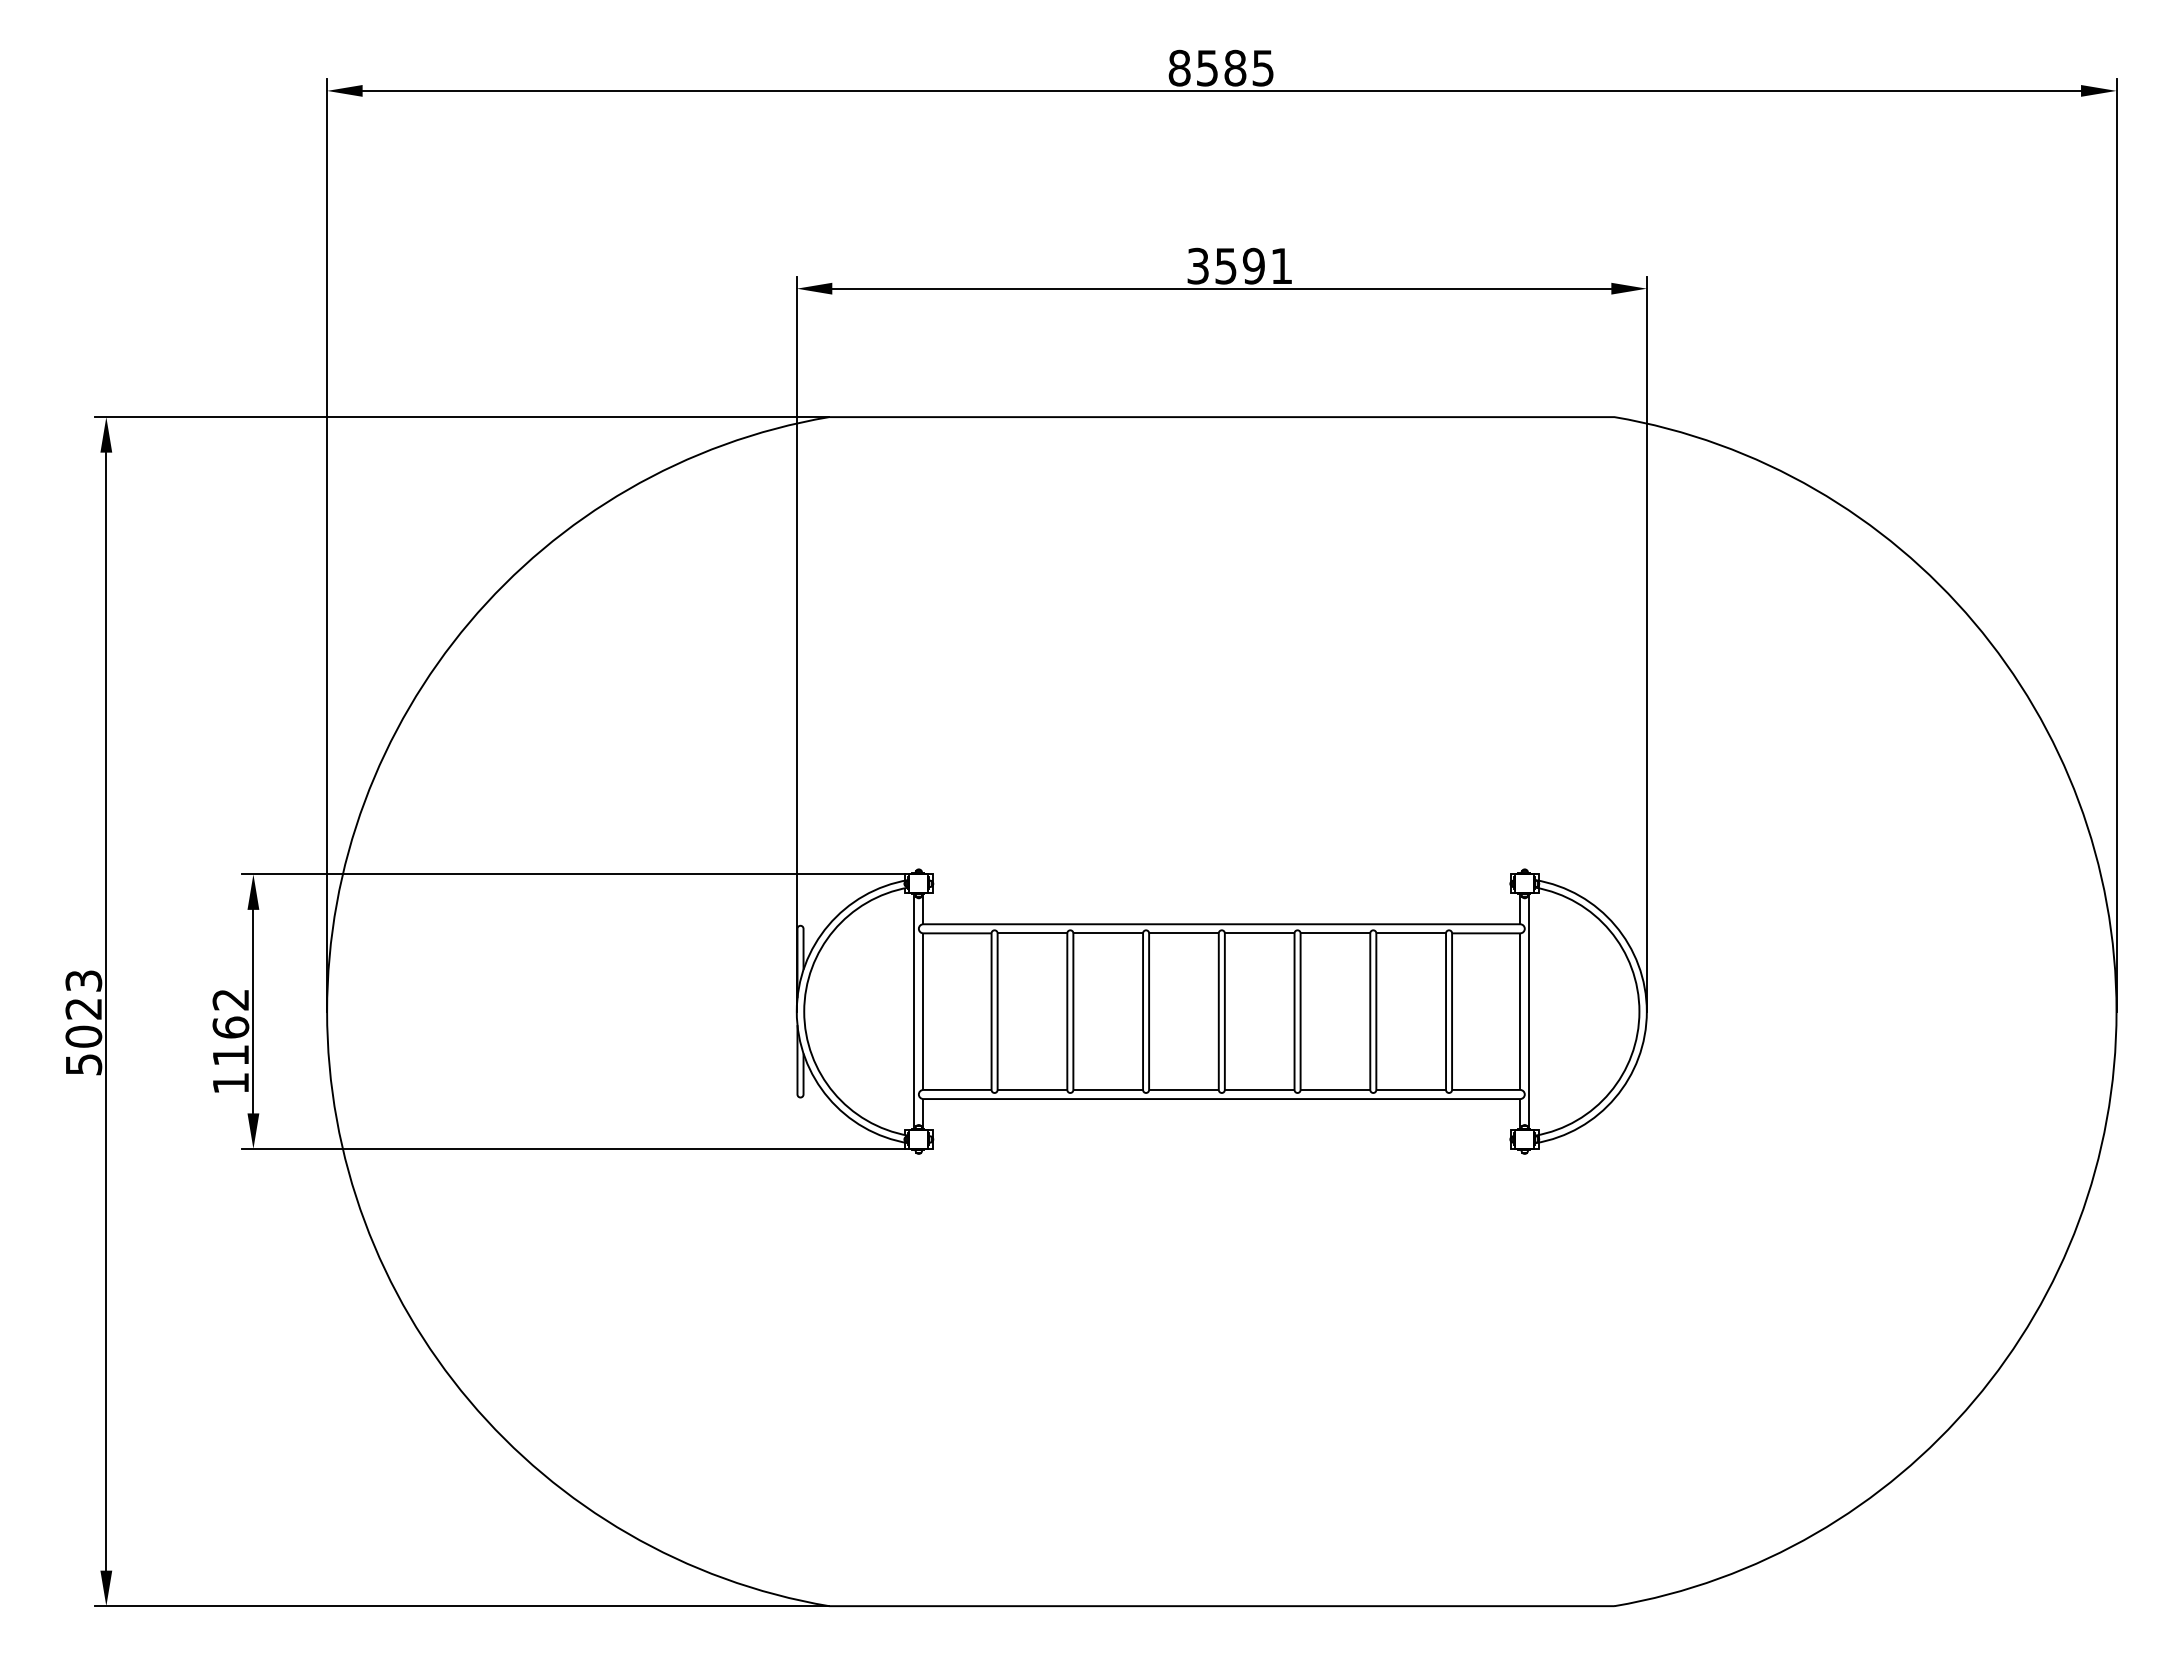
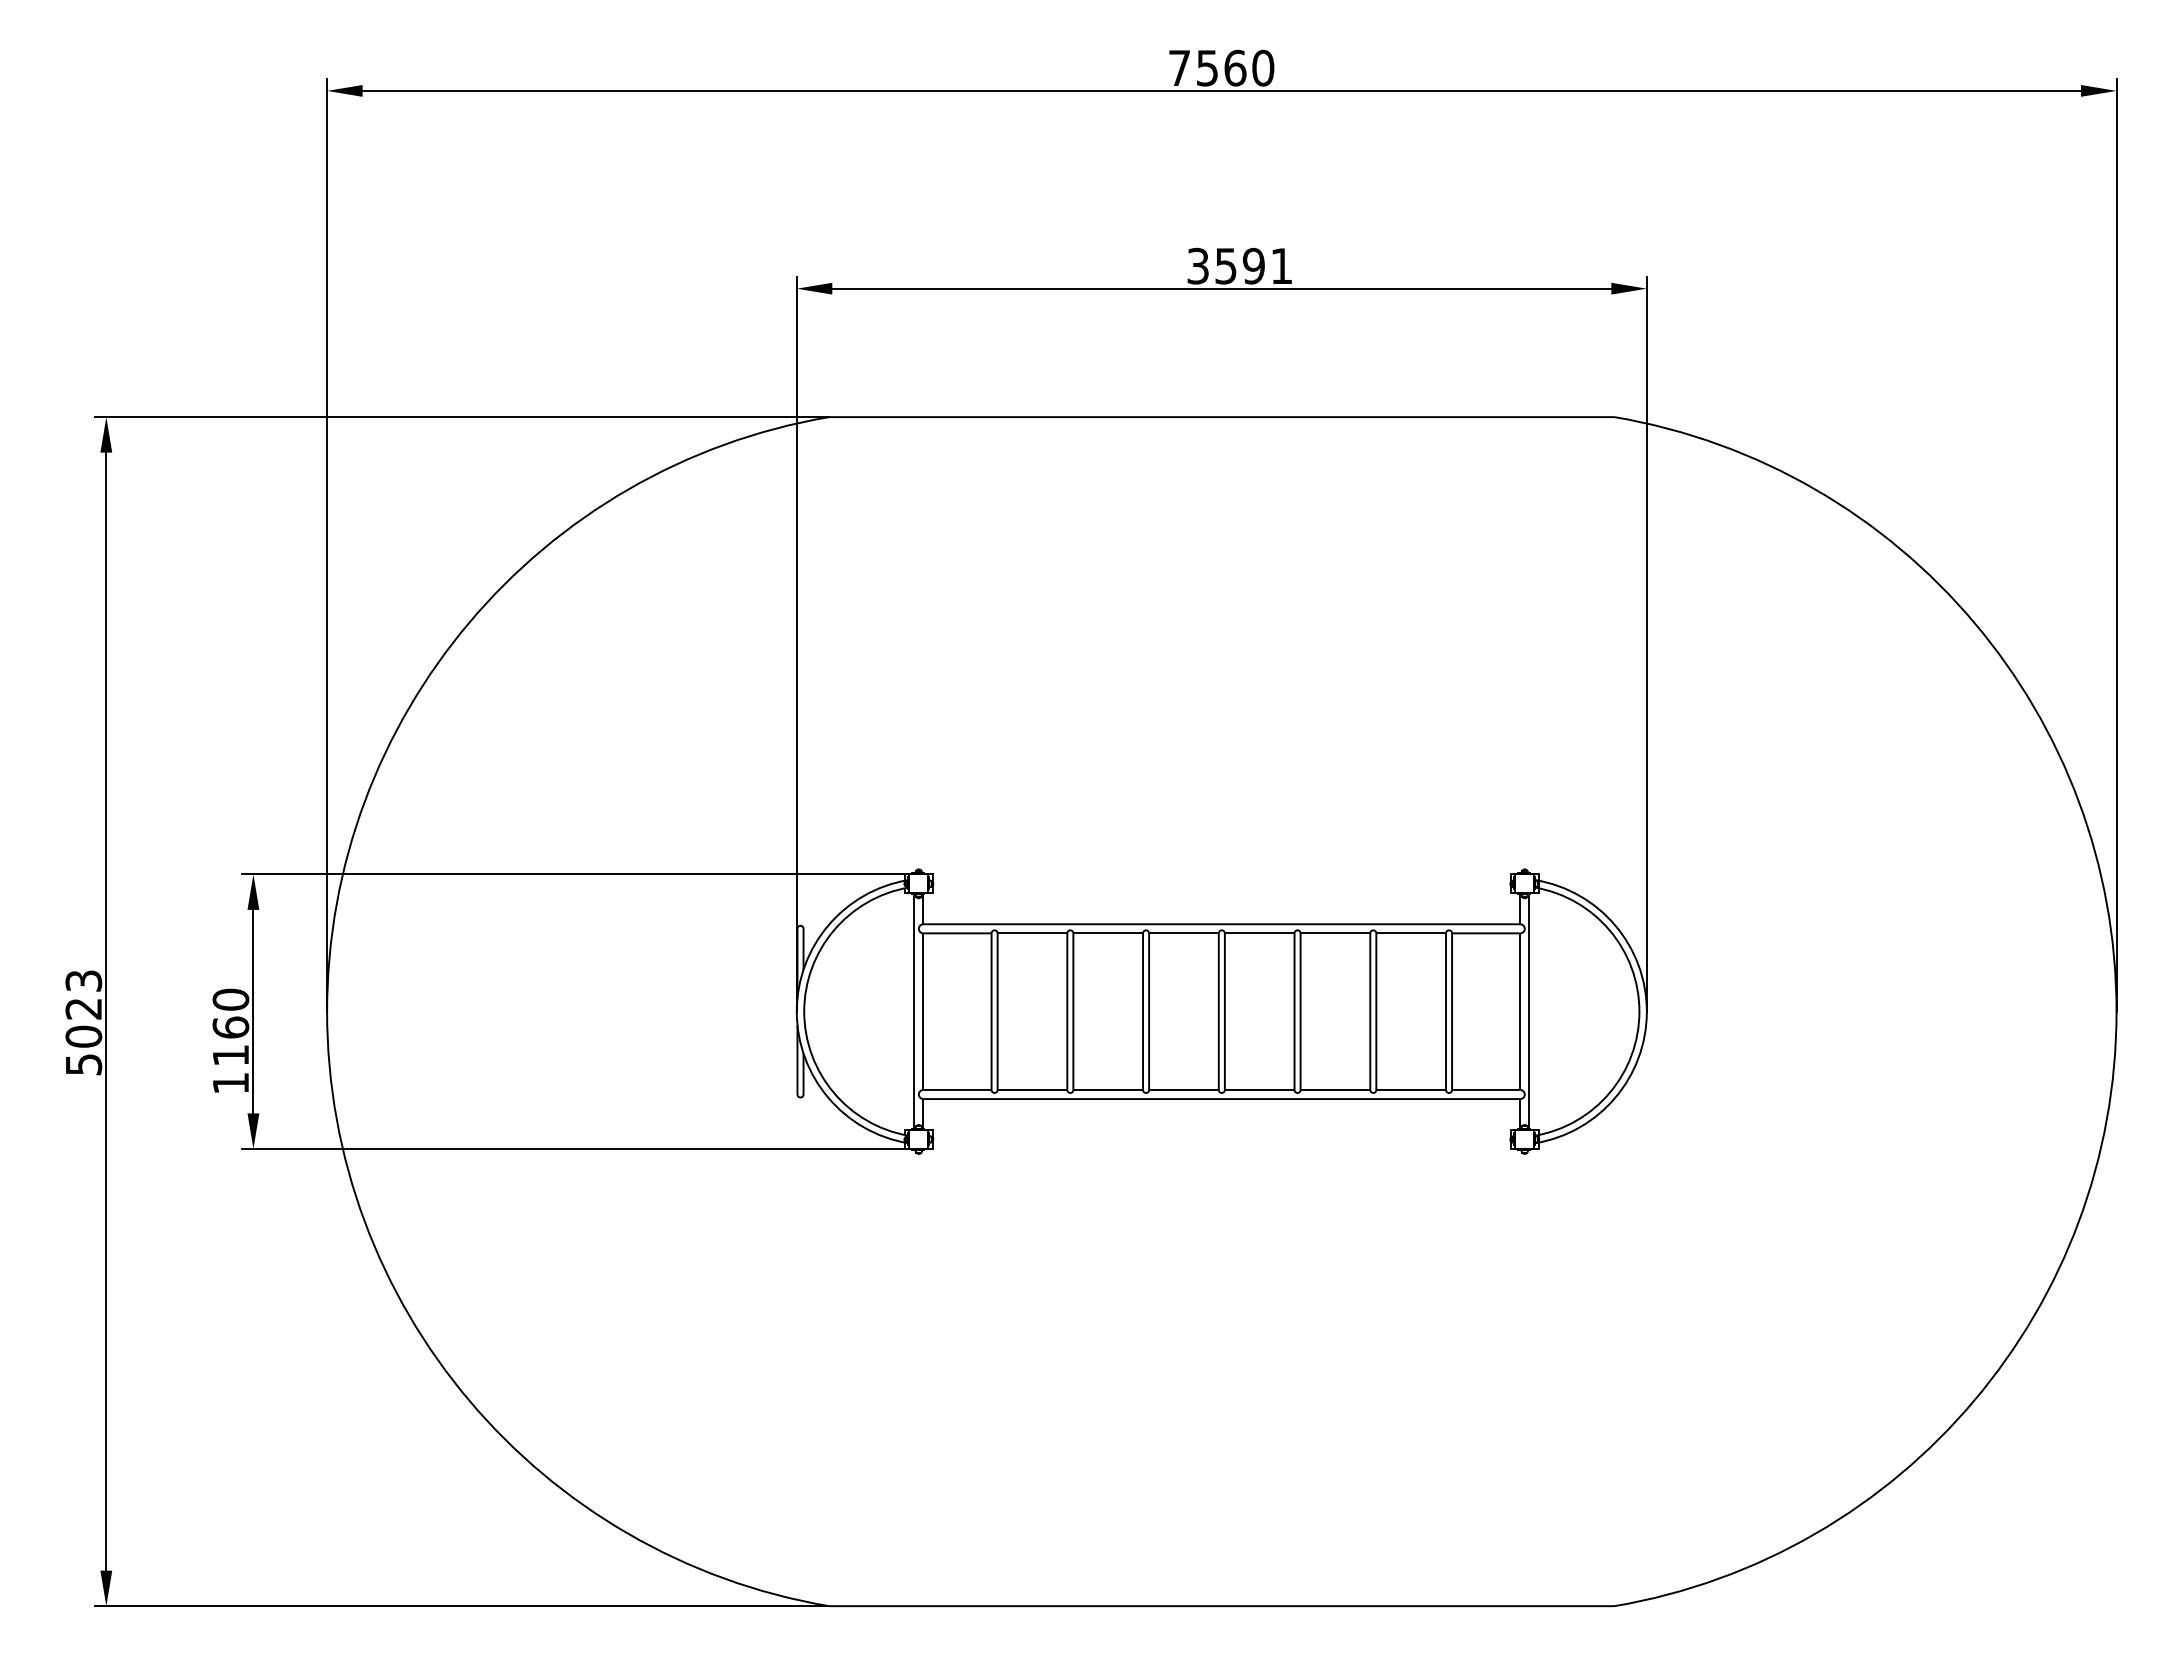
text at (1221, 67): 8585 -> 7560
text at (230, 999): 1162 -> 1160
